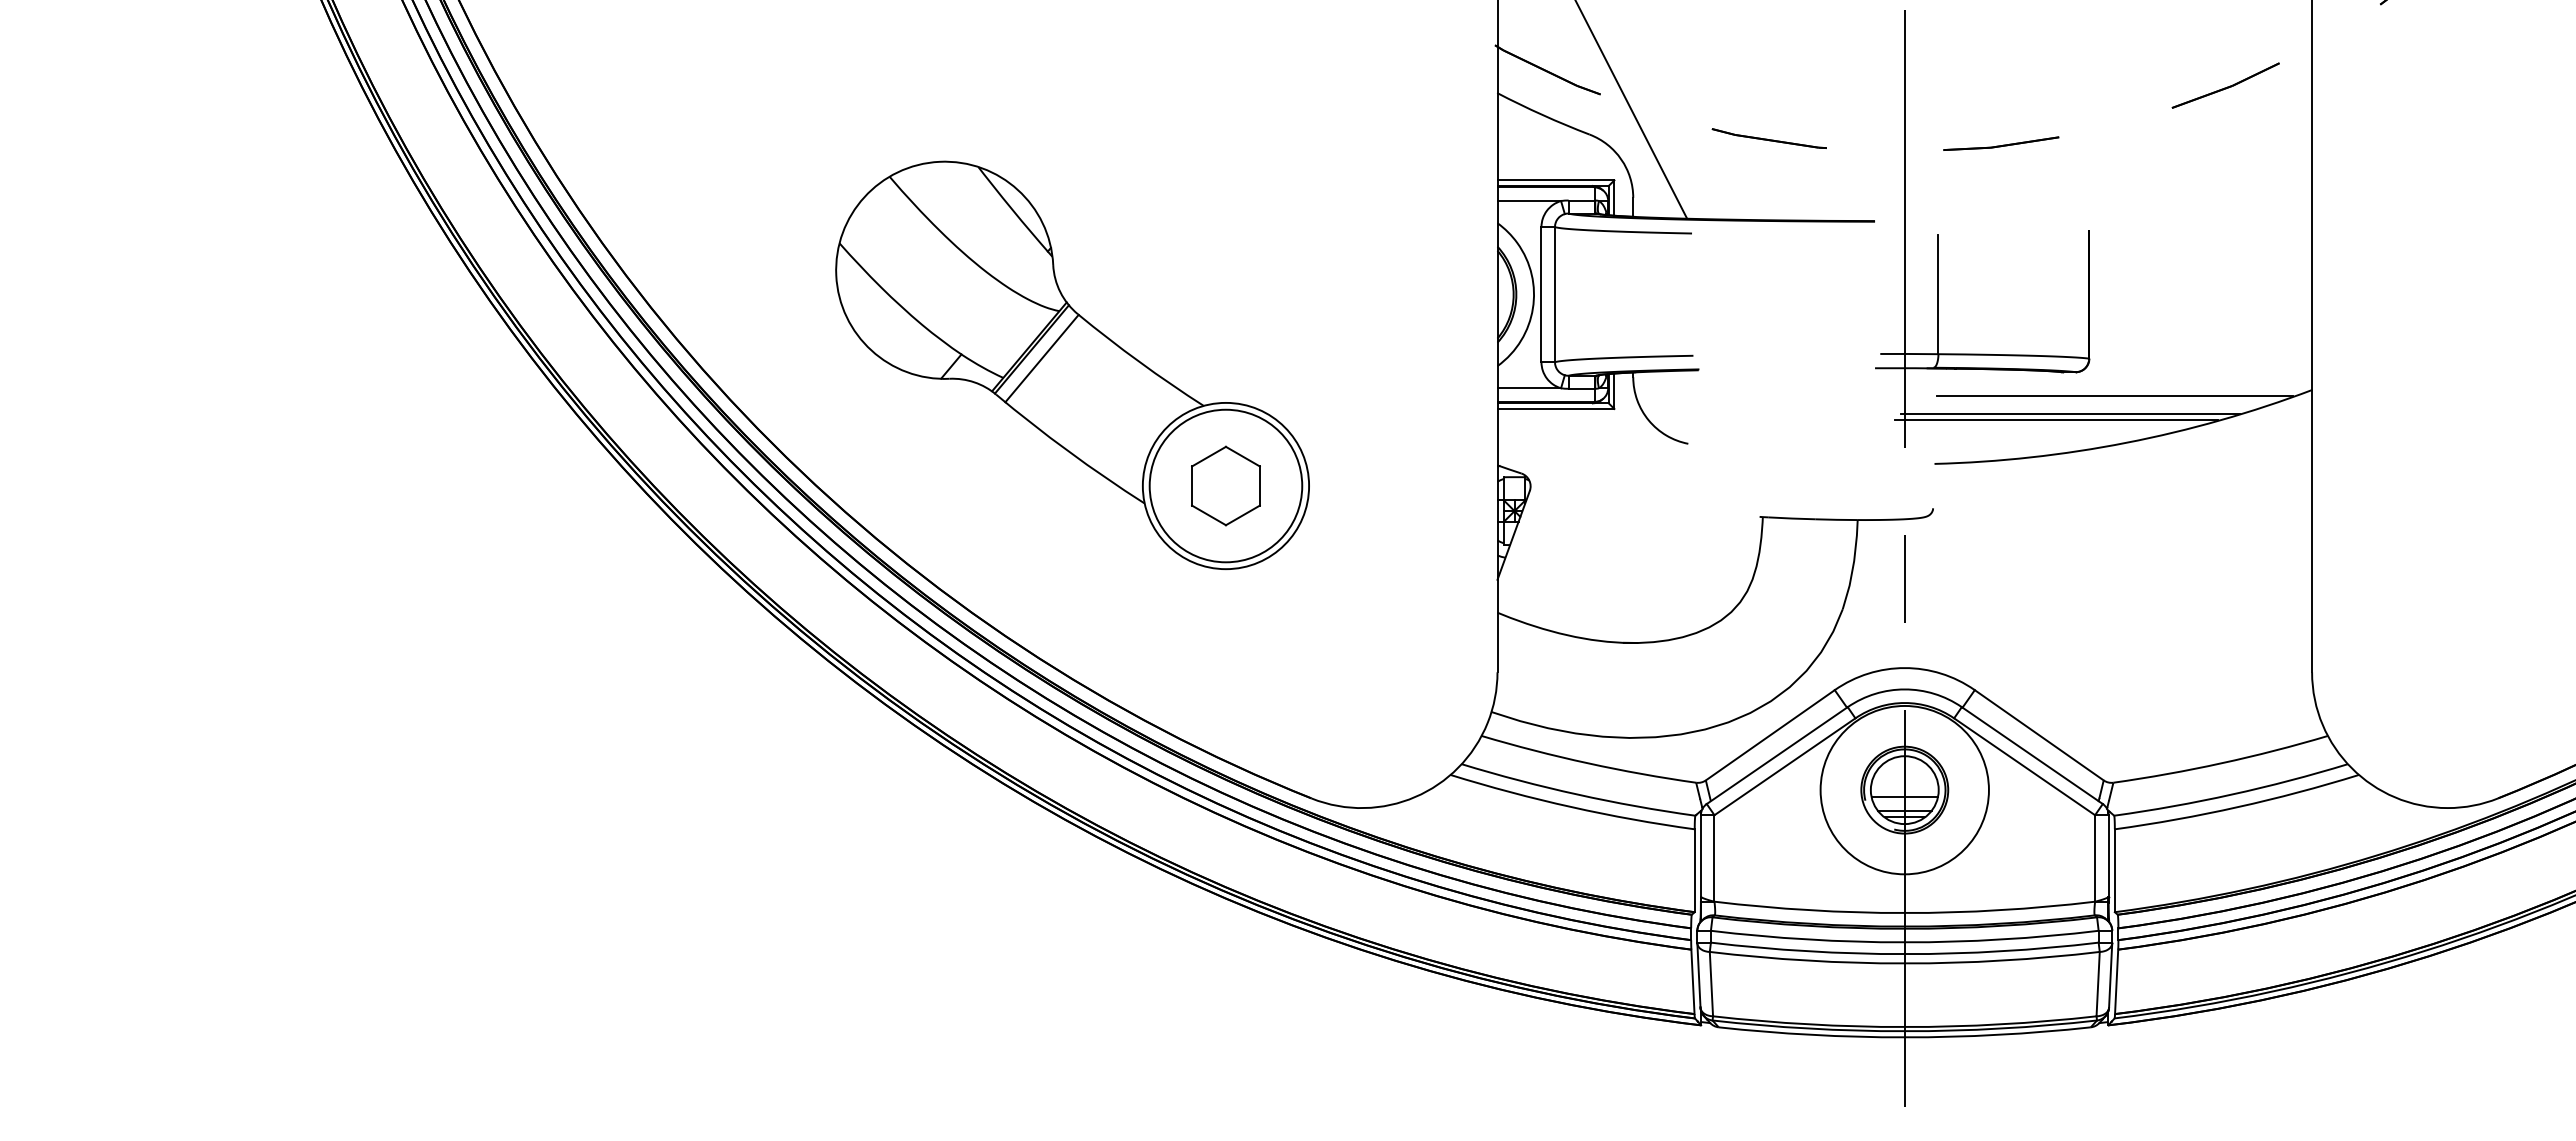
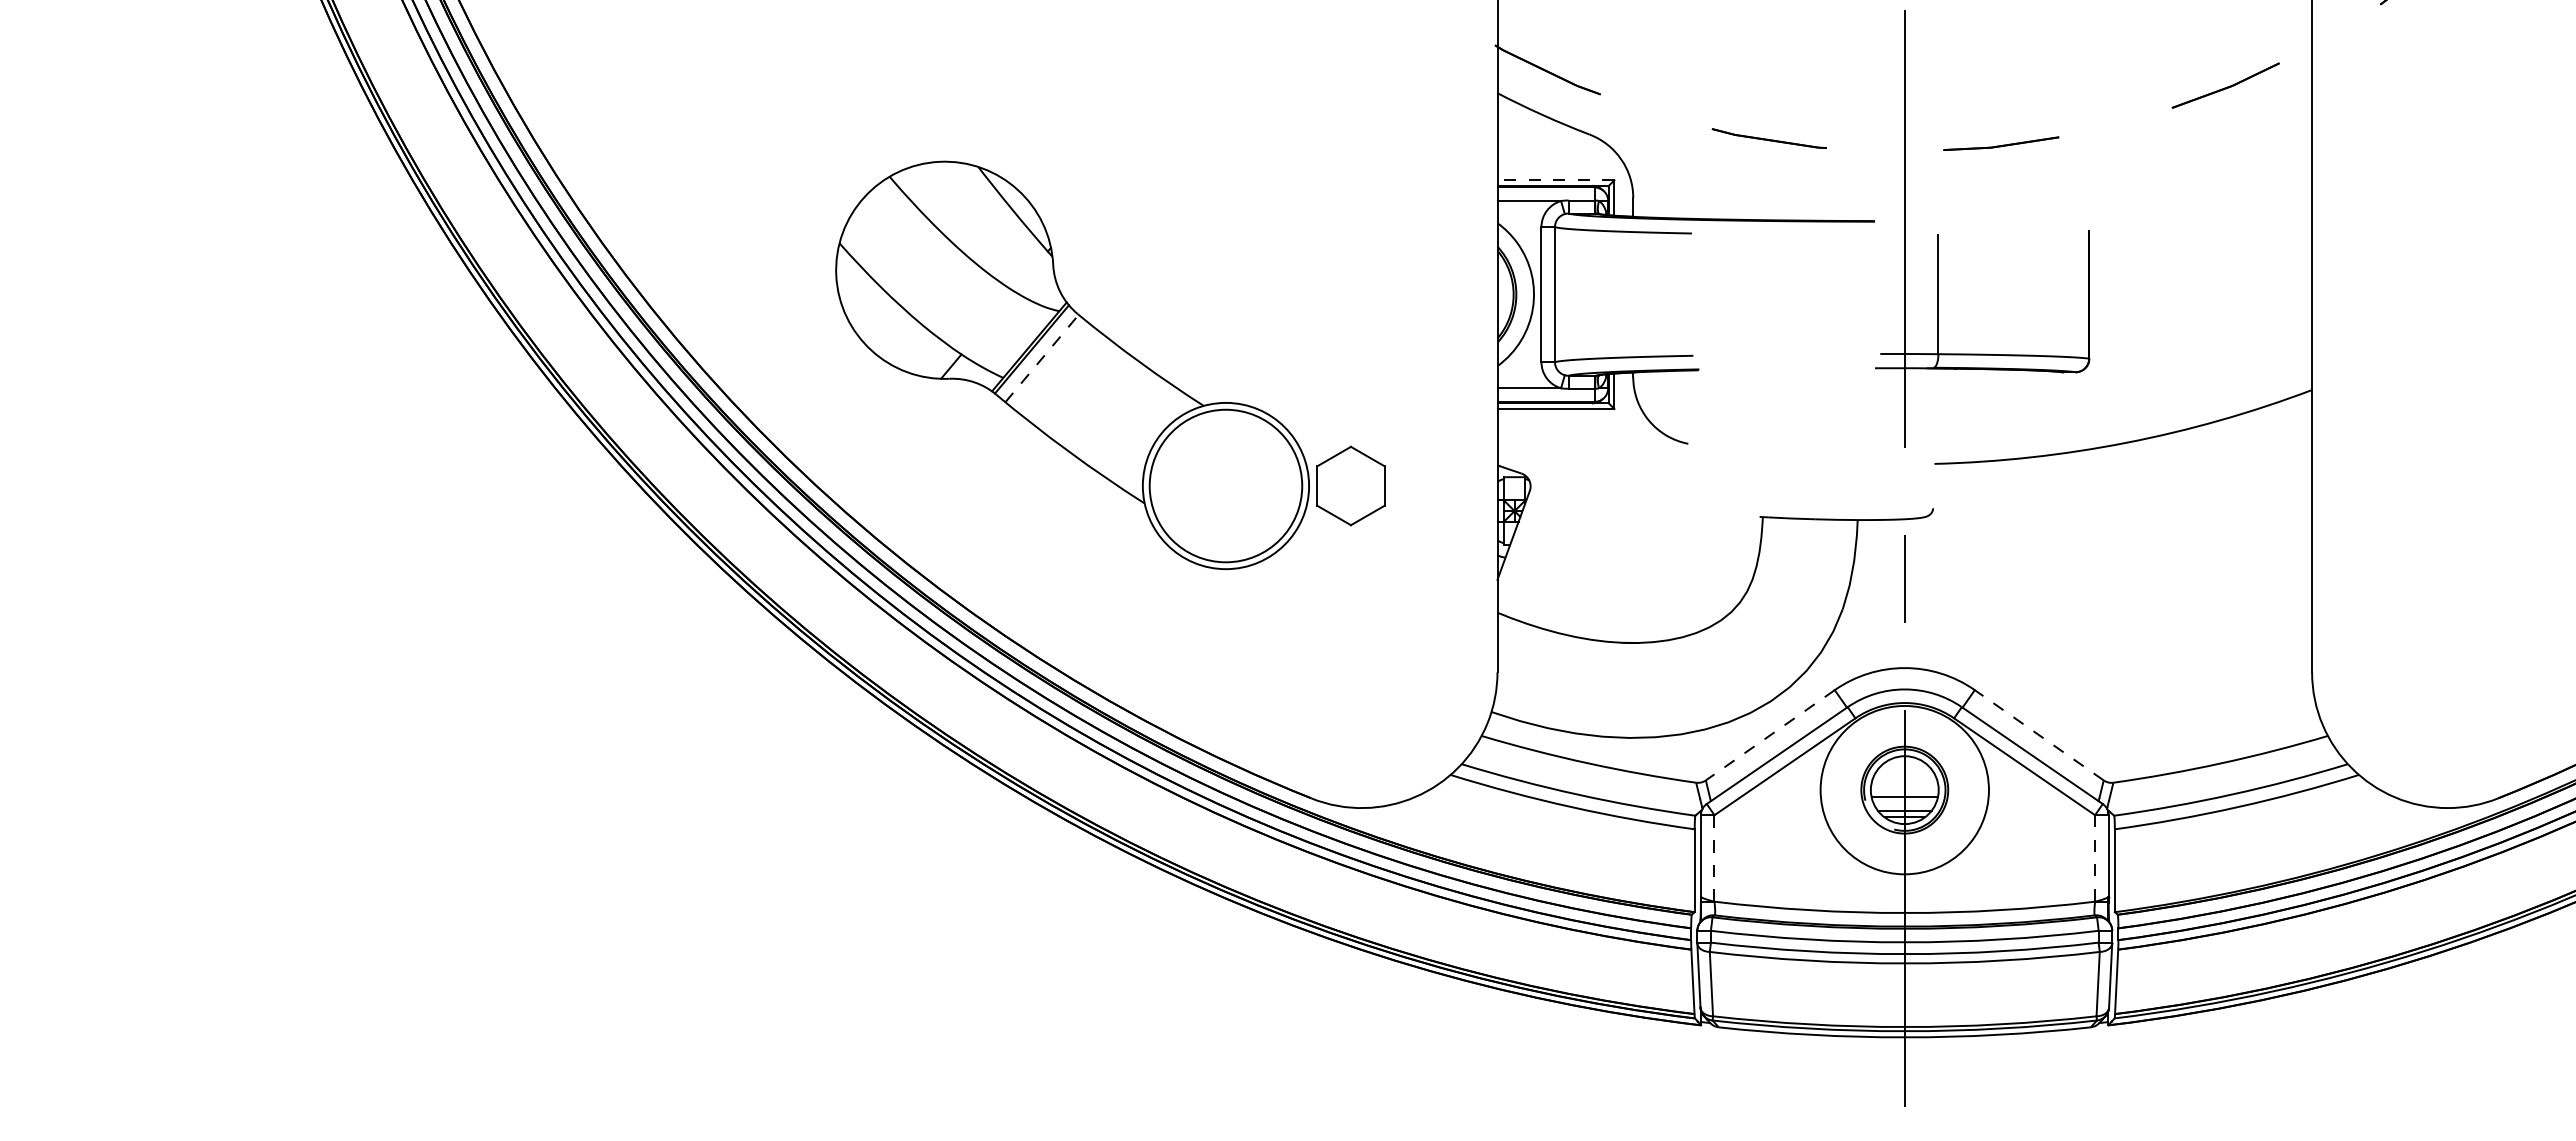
line at (1631, 110): present -> none
line at (1555, 180): solid -> dashed
line at (1042, 358): solid -> dashed
line at (2114, 396): present -> none
line at (2070, 413): present -> none
line at (2056, 420): present -> none
part at (1225, 485) position: (1225, 485) -> (1350, 485)
line at (1770, 735): solid -> dashed
line at (2039, 735): solid -> dashed
line at (1714, 857): solid -> dashed
line at (2095, 858): solid -> dashed
